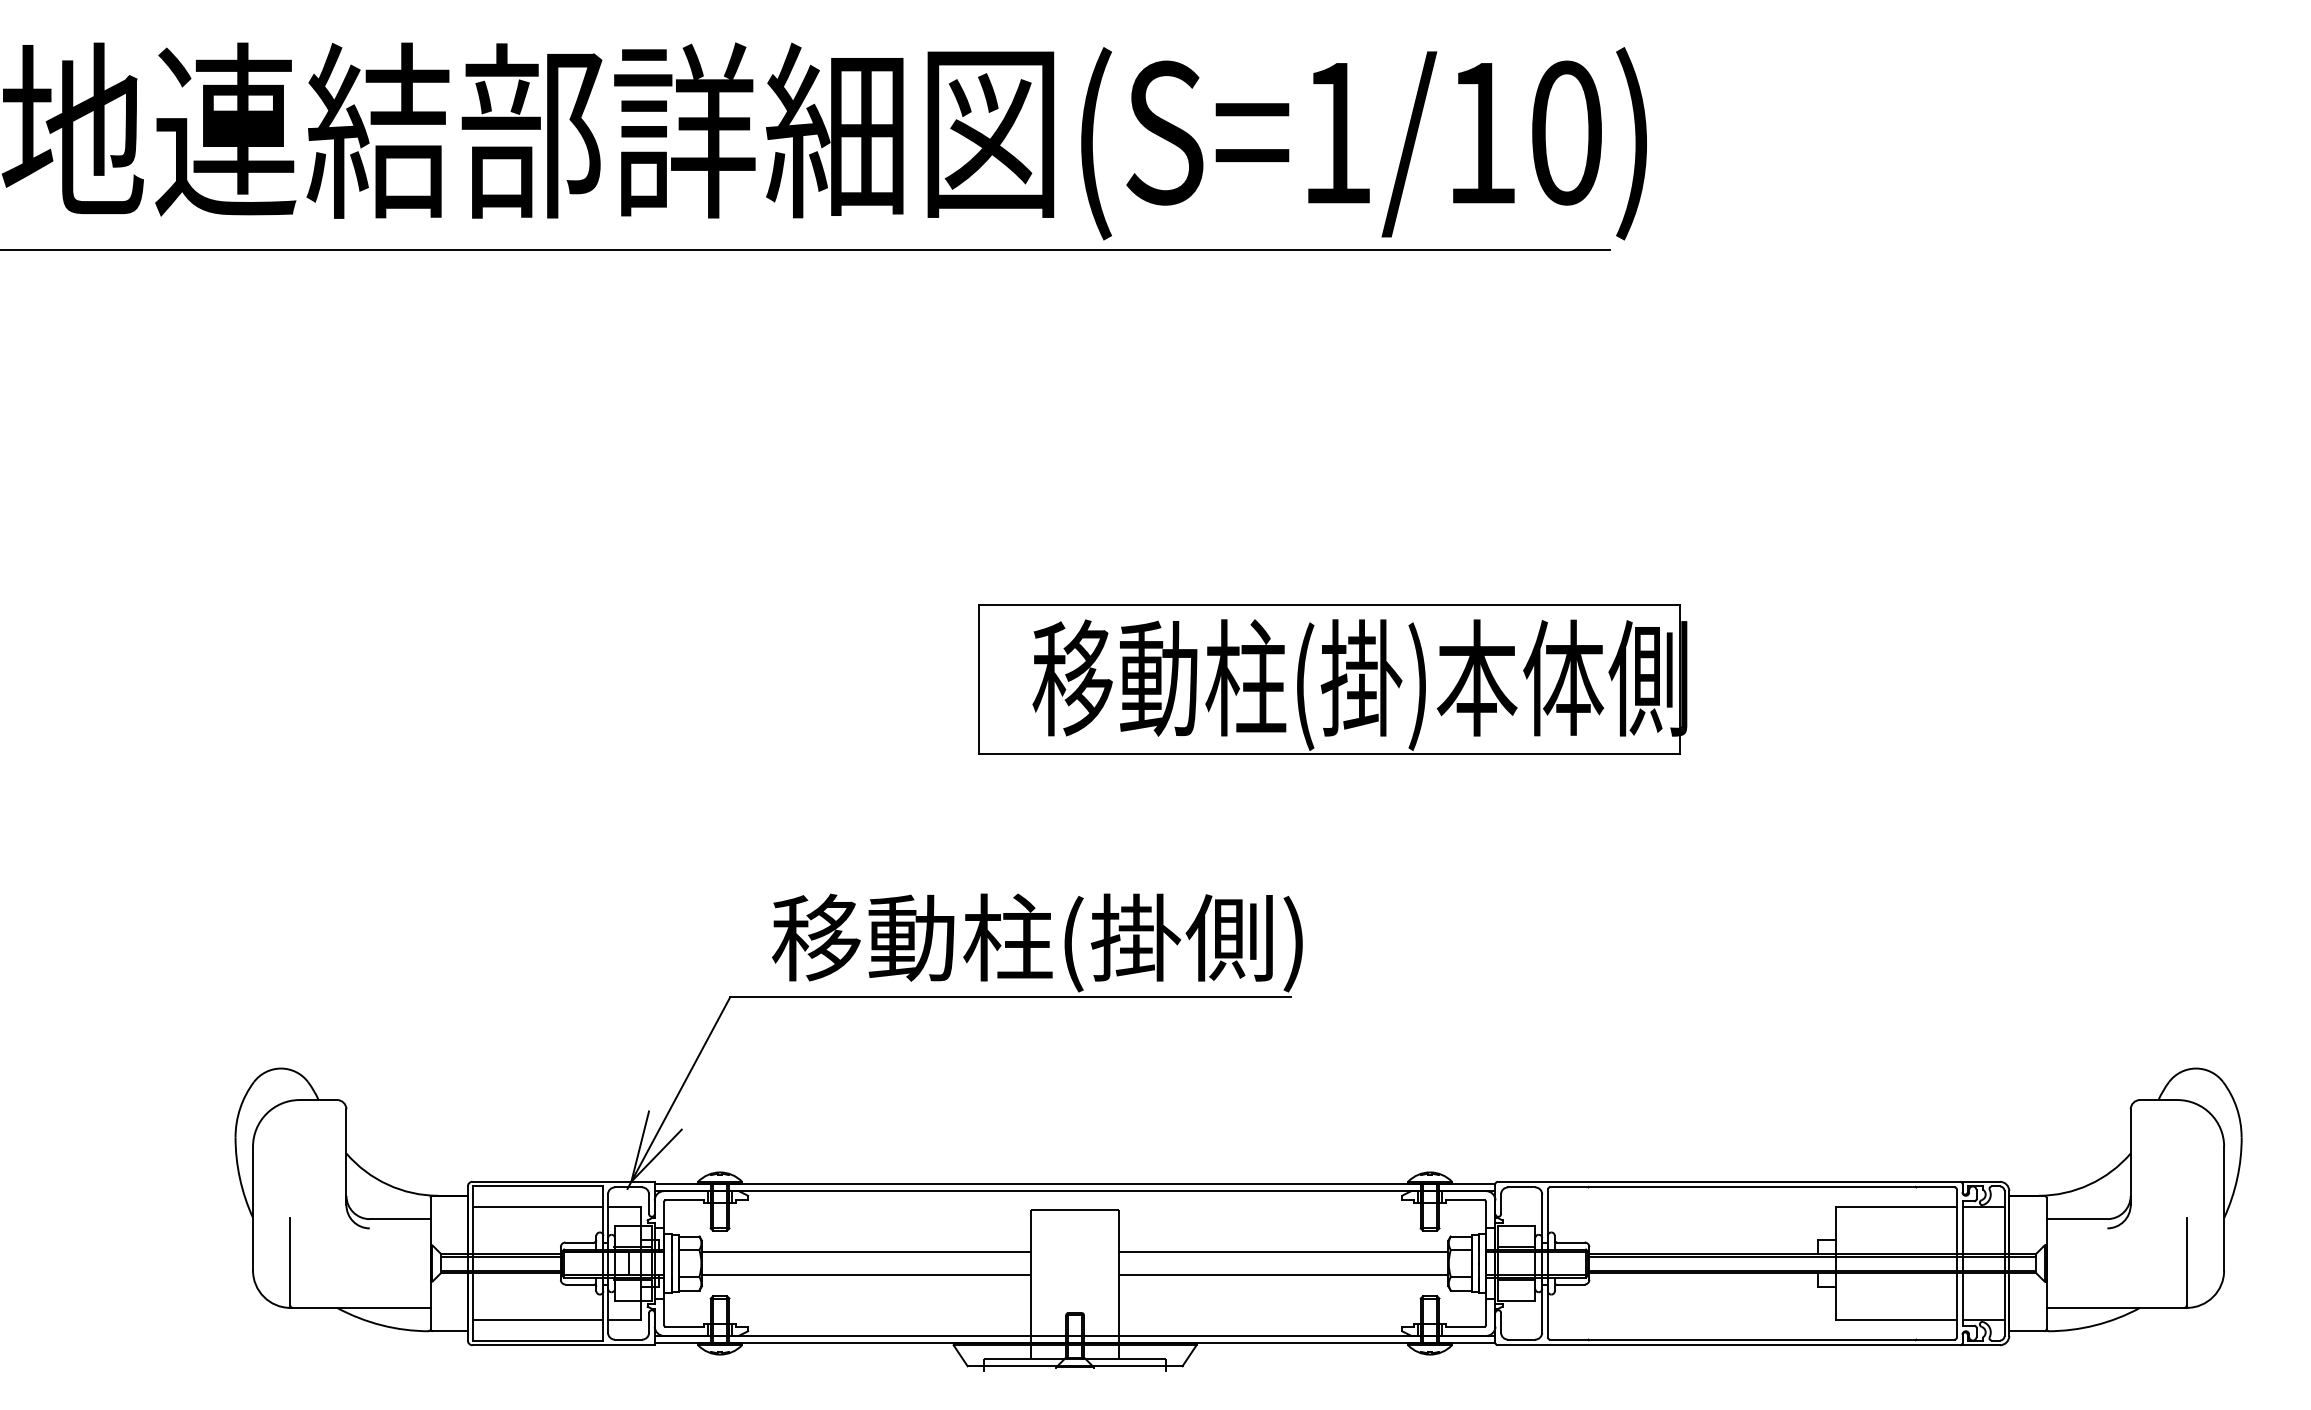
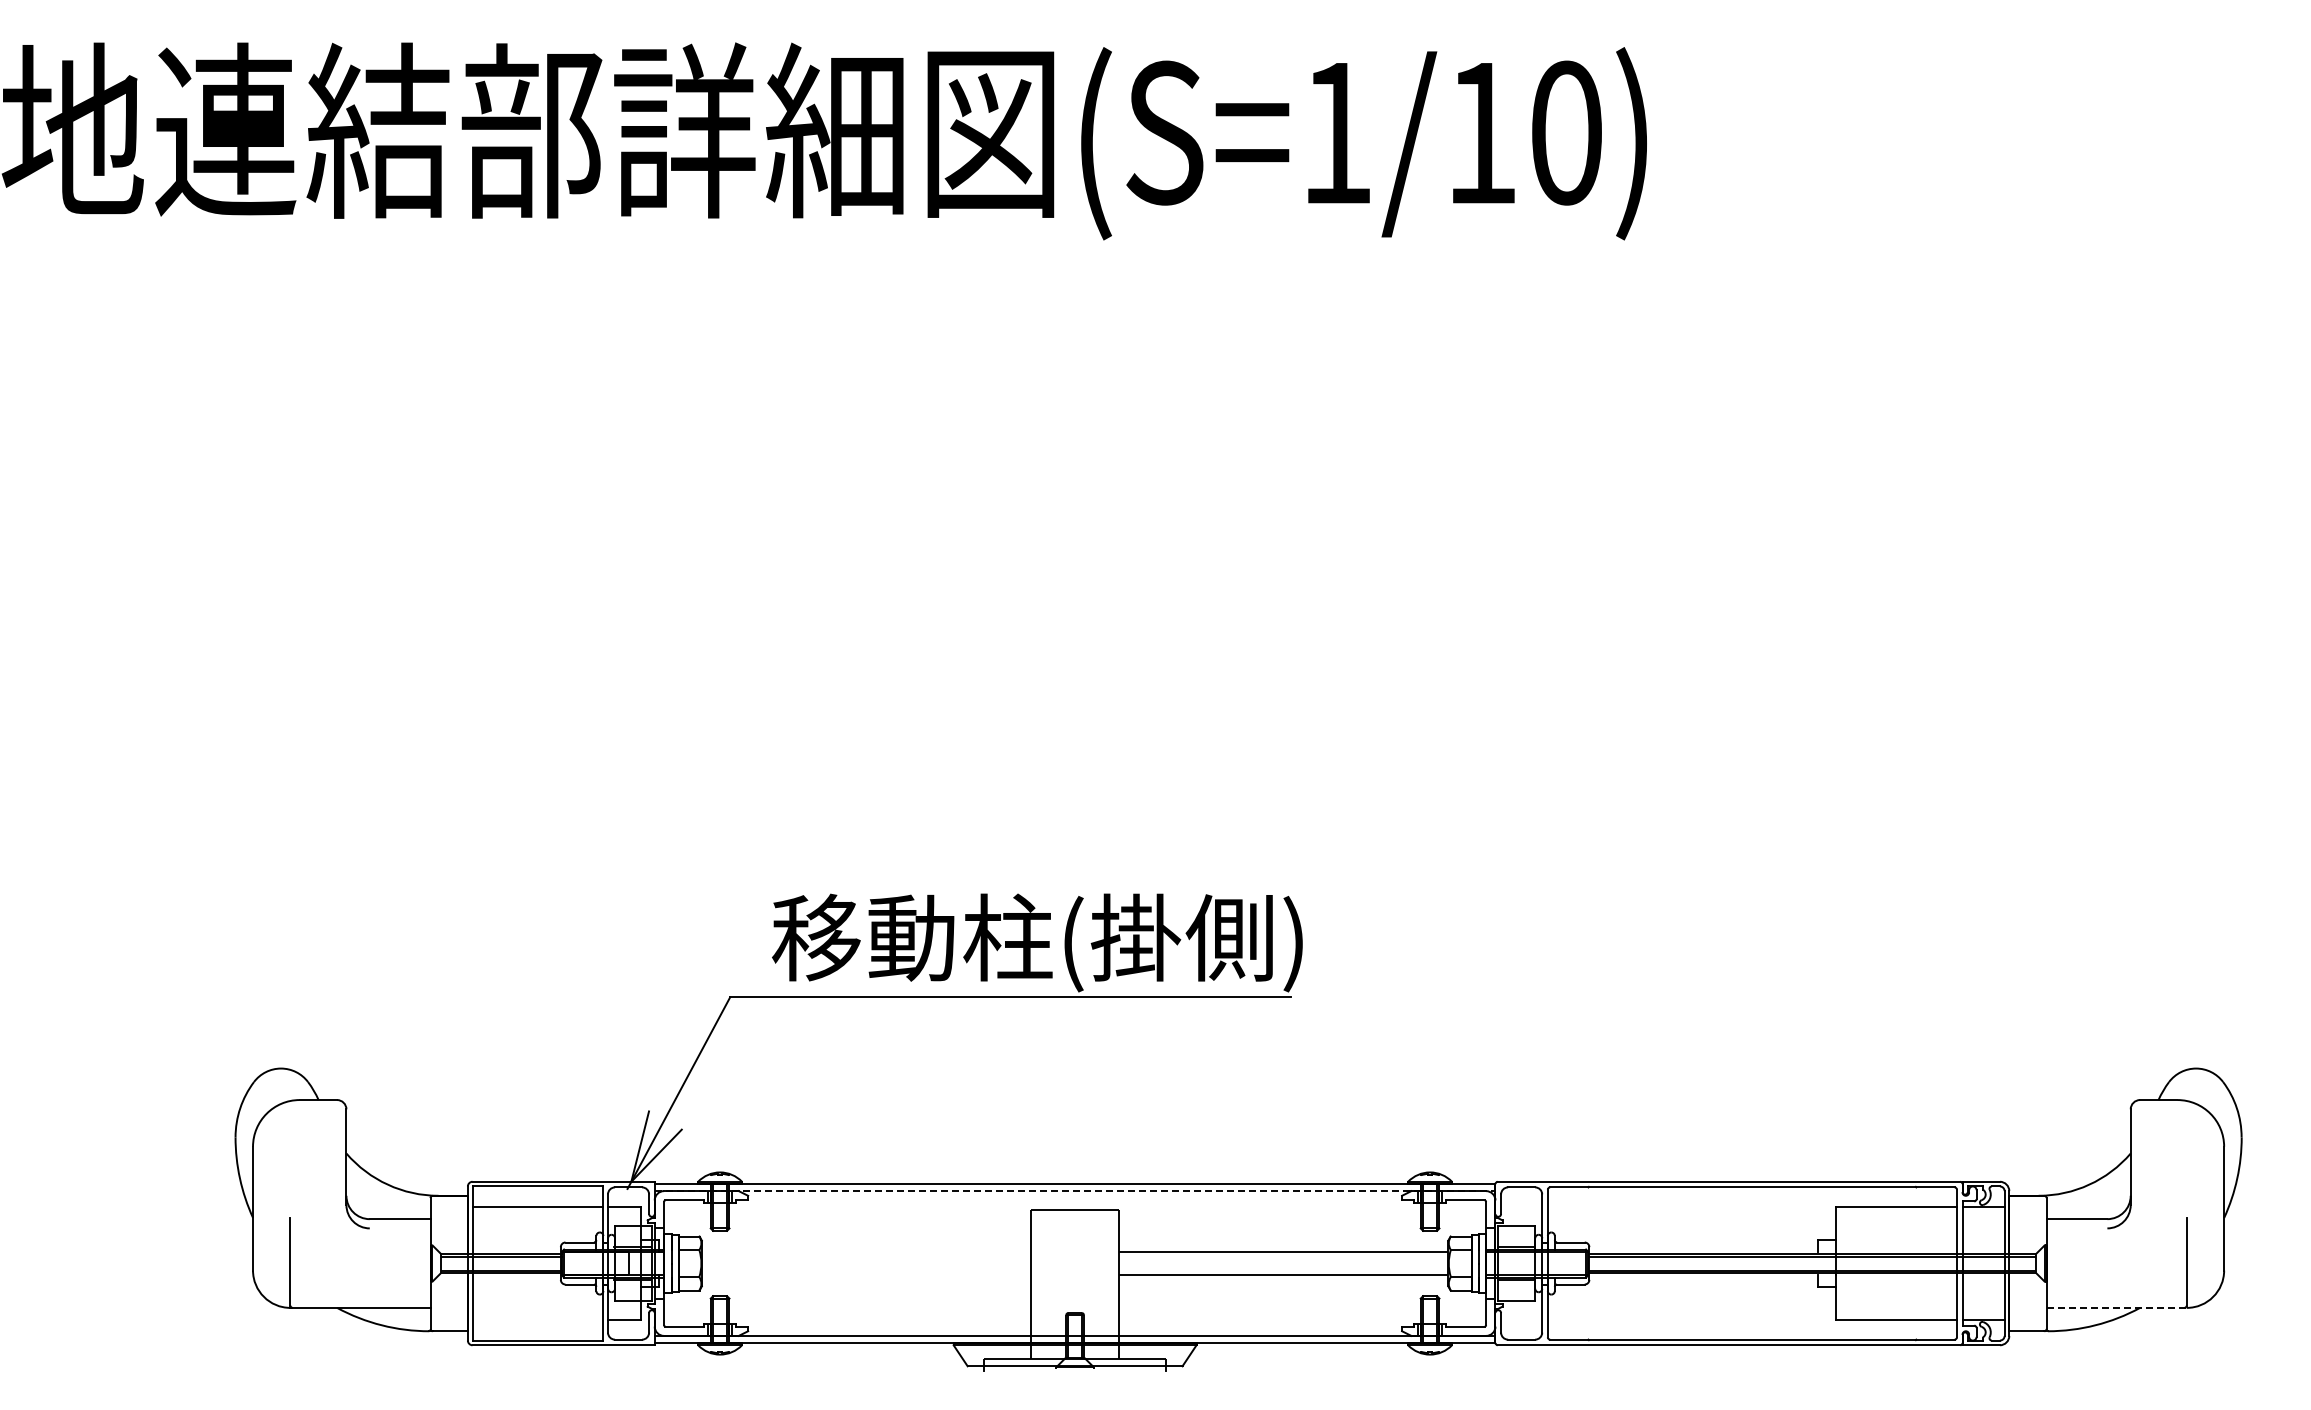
line at (805, 249): present -> none
part at (1332, 679): present -> none
line at (1075, 1191): solid -> dashed
line at (865, 1251): present -> none
line at (865, 1275): present -> none
line at (2117, 1307): solid -> dashed
line at (537, 1319): present -> none
